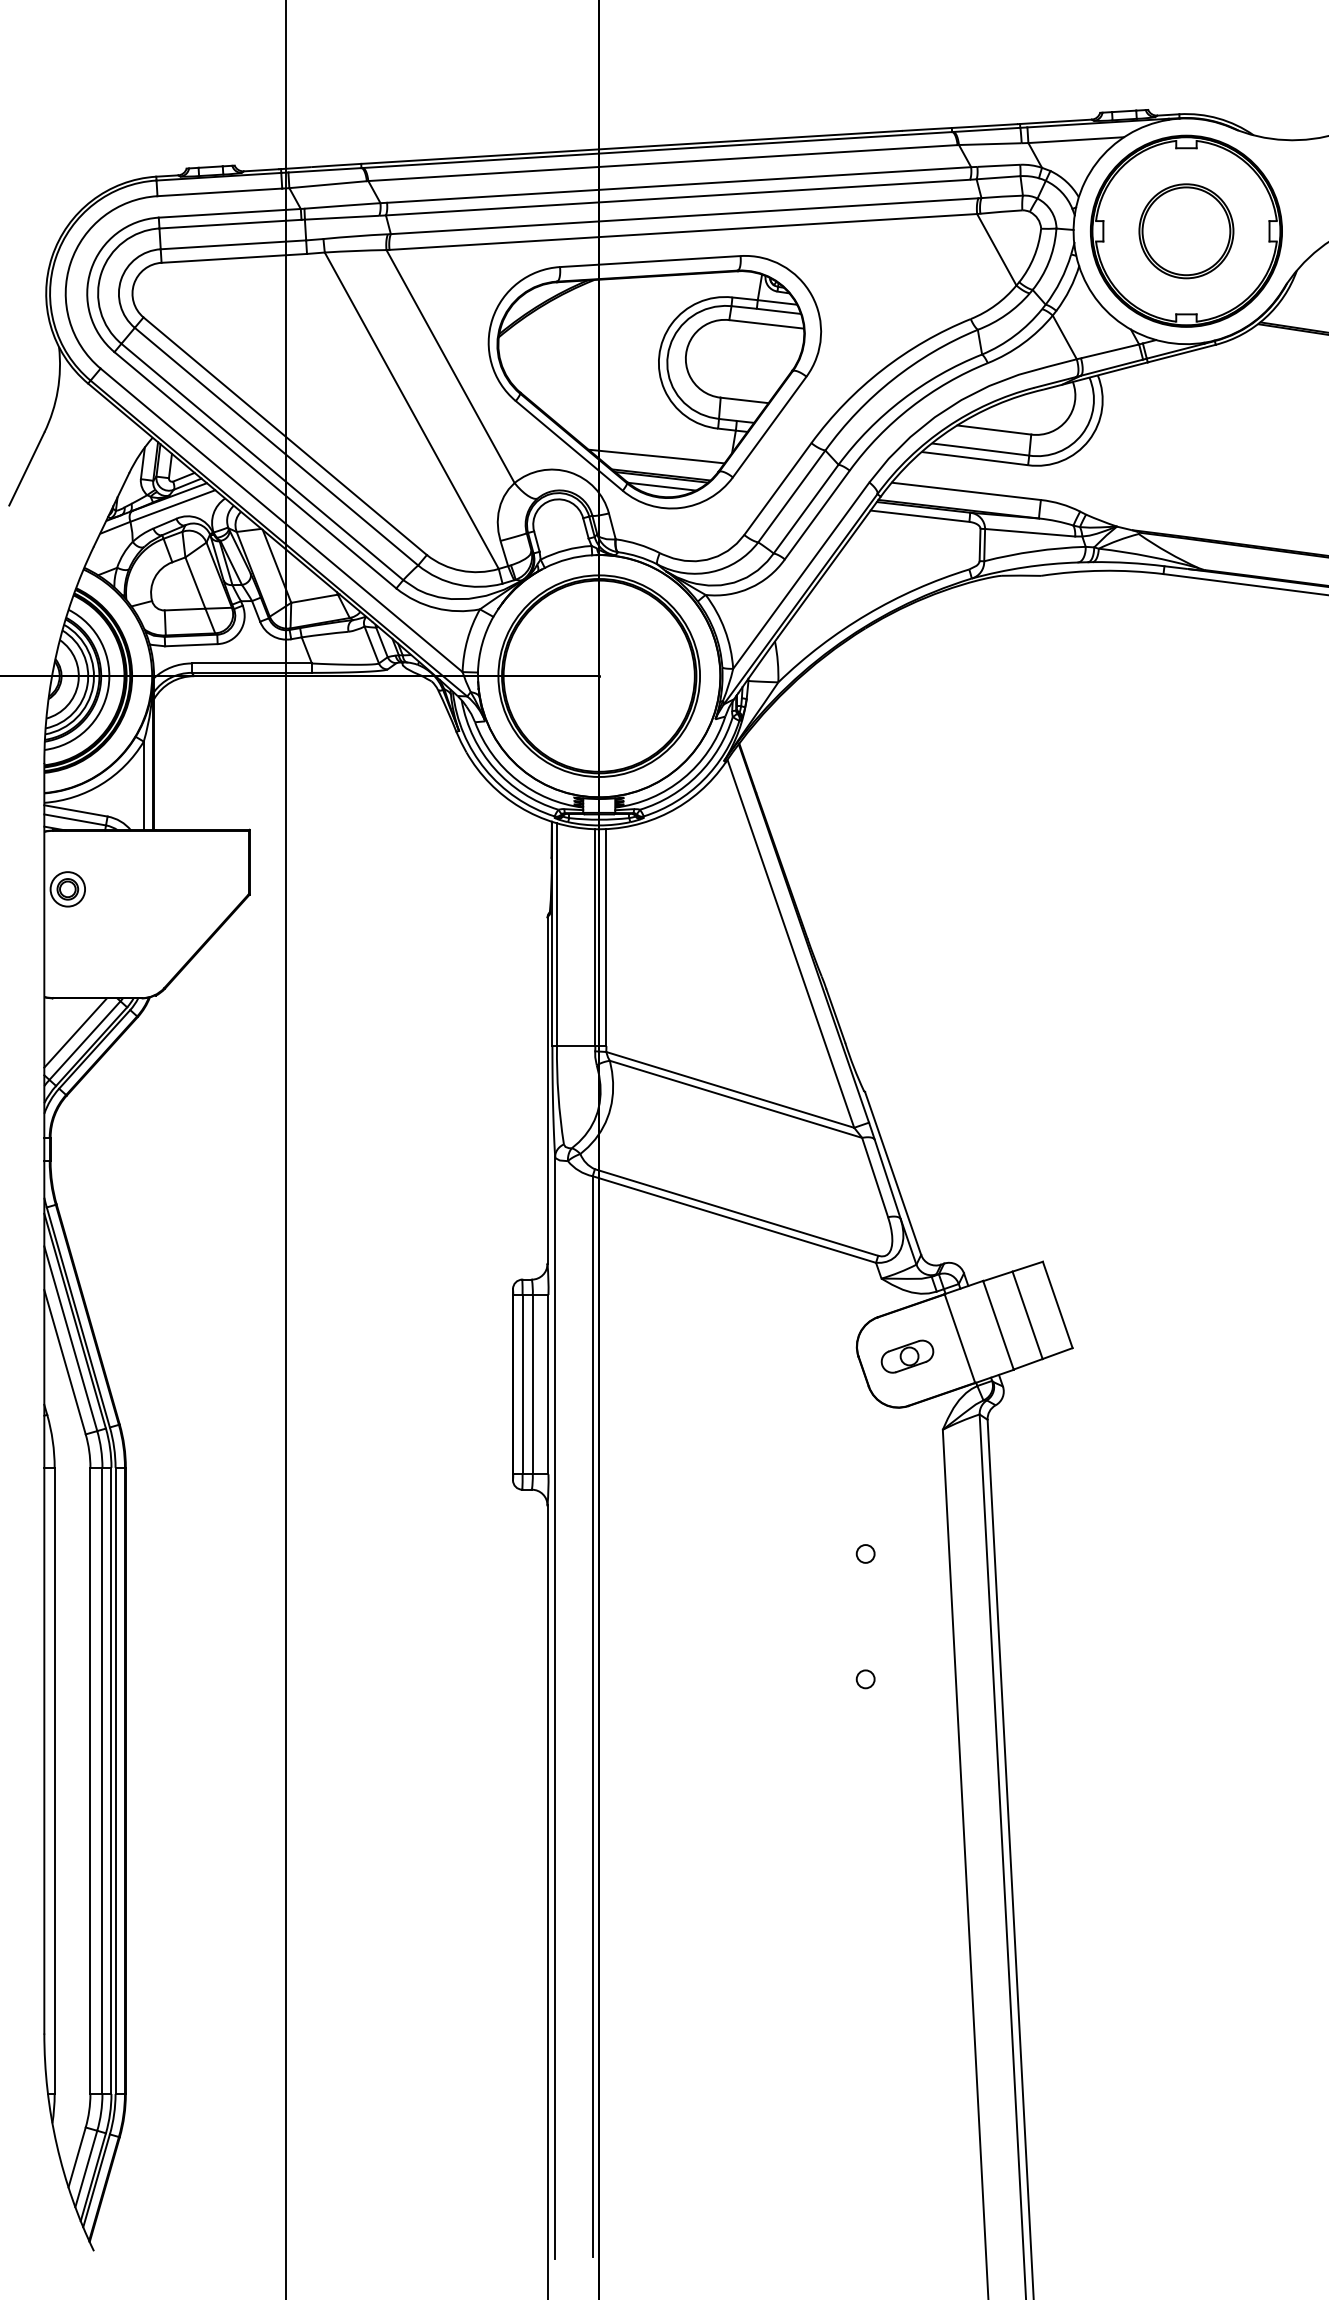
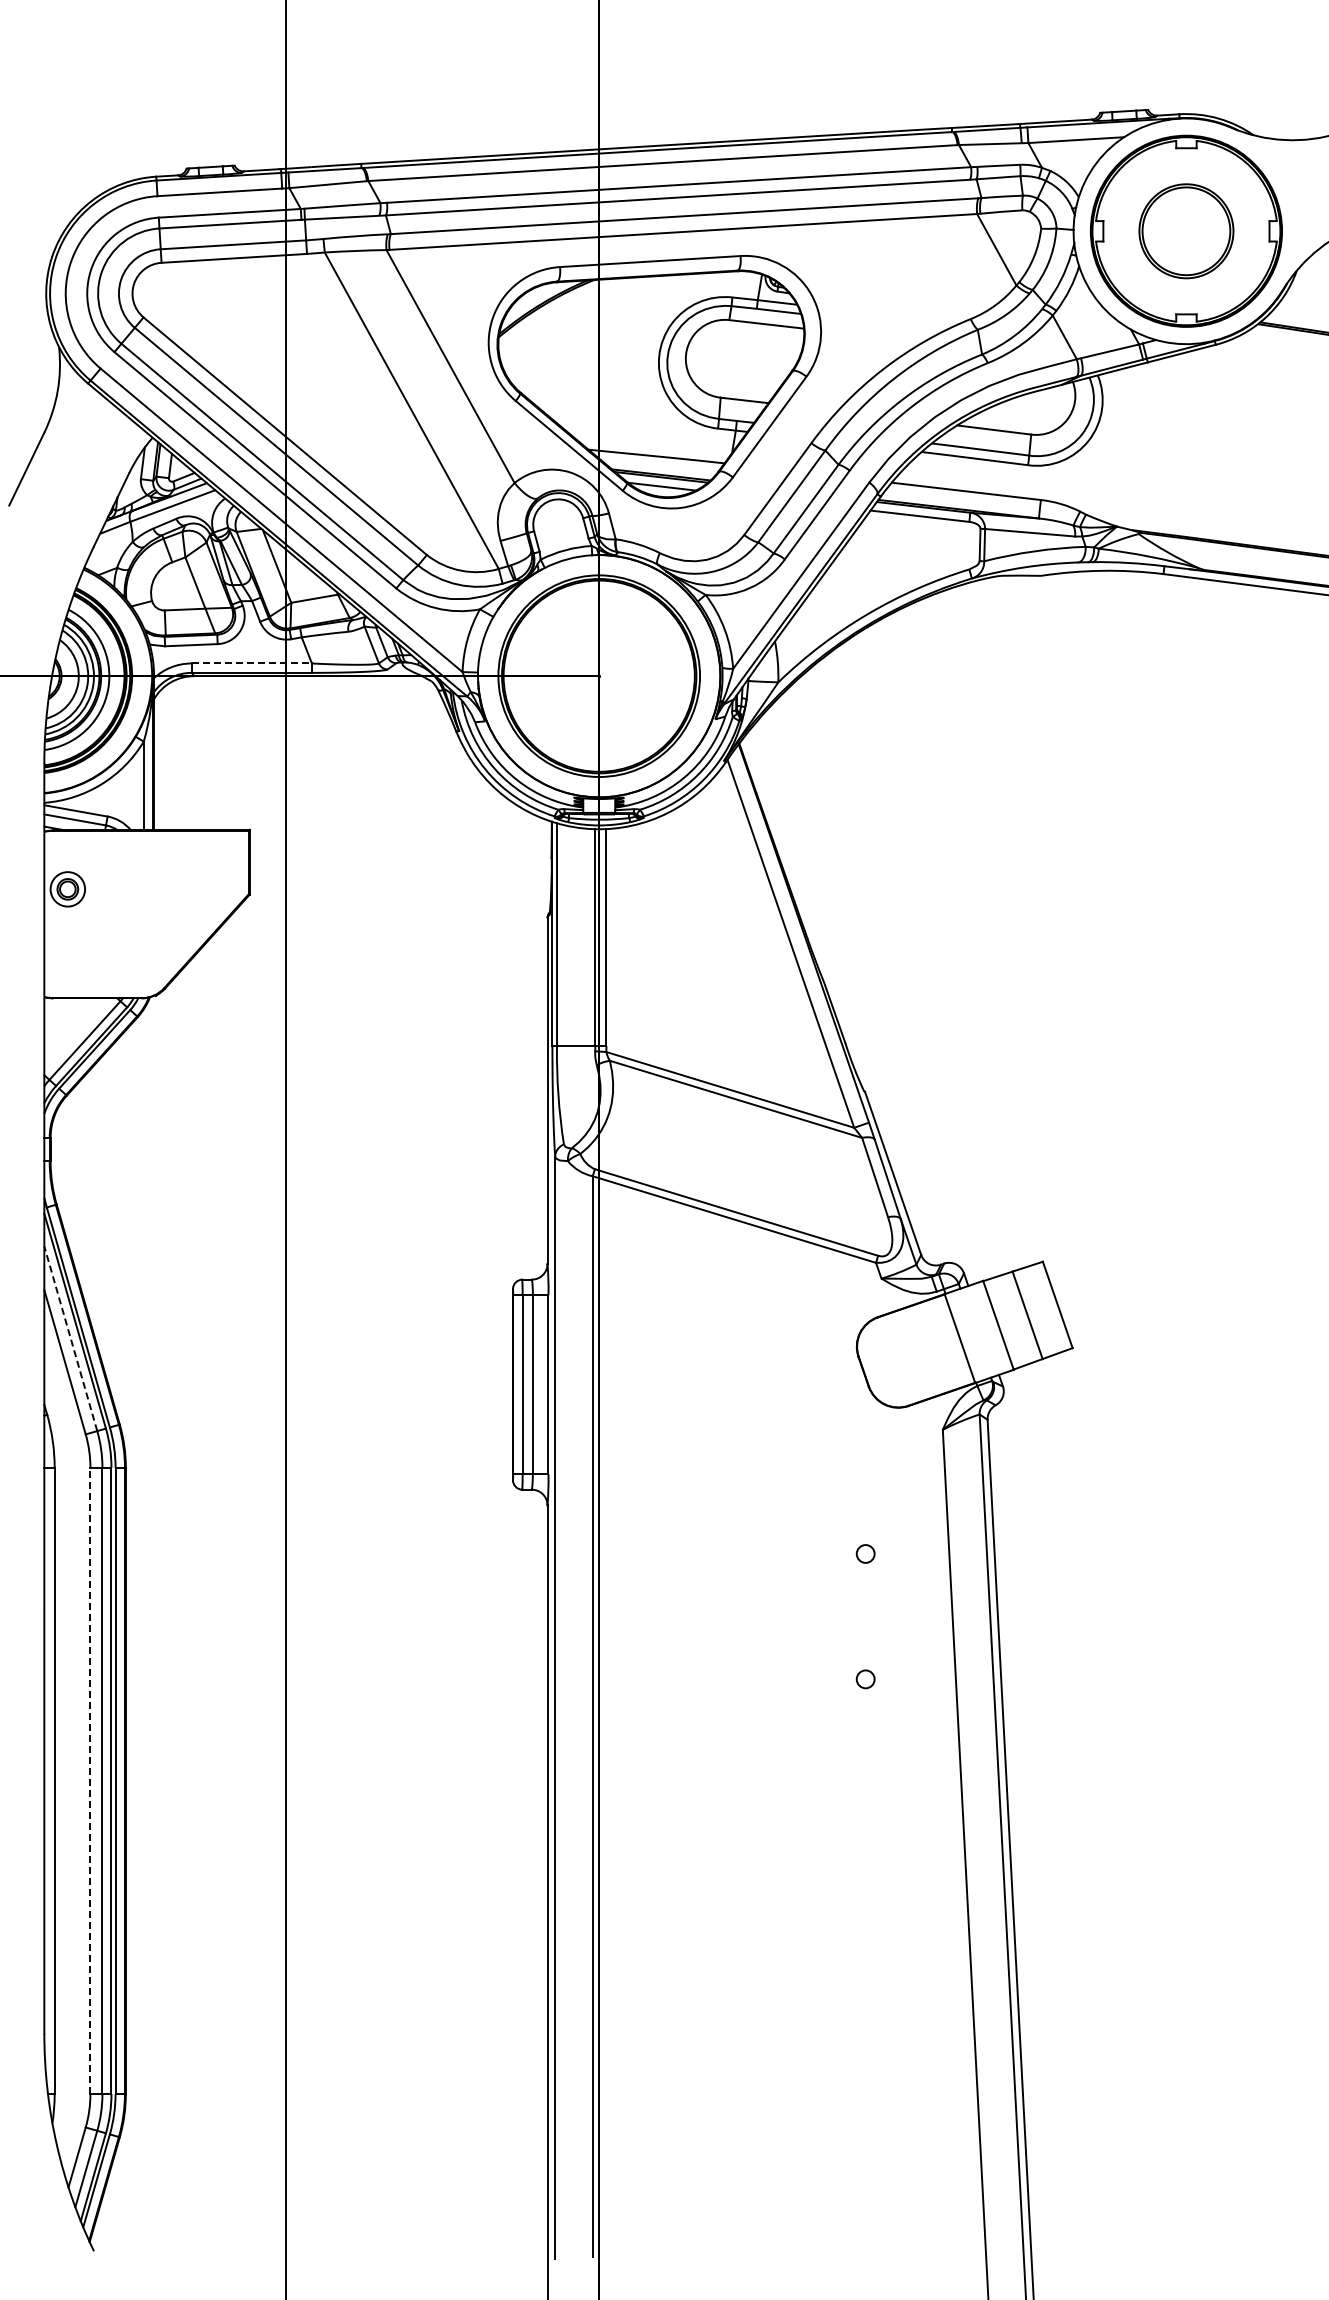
line at (252, 663): solid -> dashed
line at (75, 1032): present -> none
line at (70, 1338): solid -> dashed
part at (907, 1356): present -> none
line at (90, 1780): solid -> dashed
